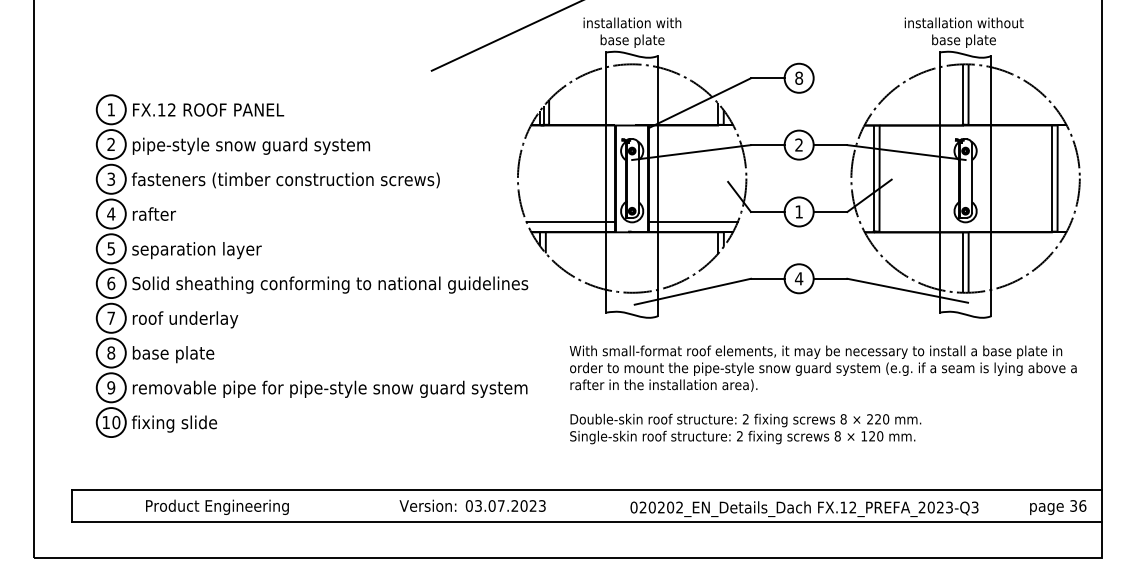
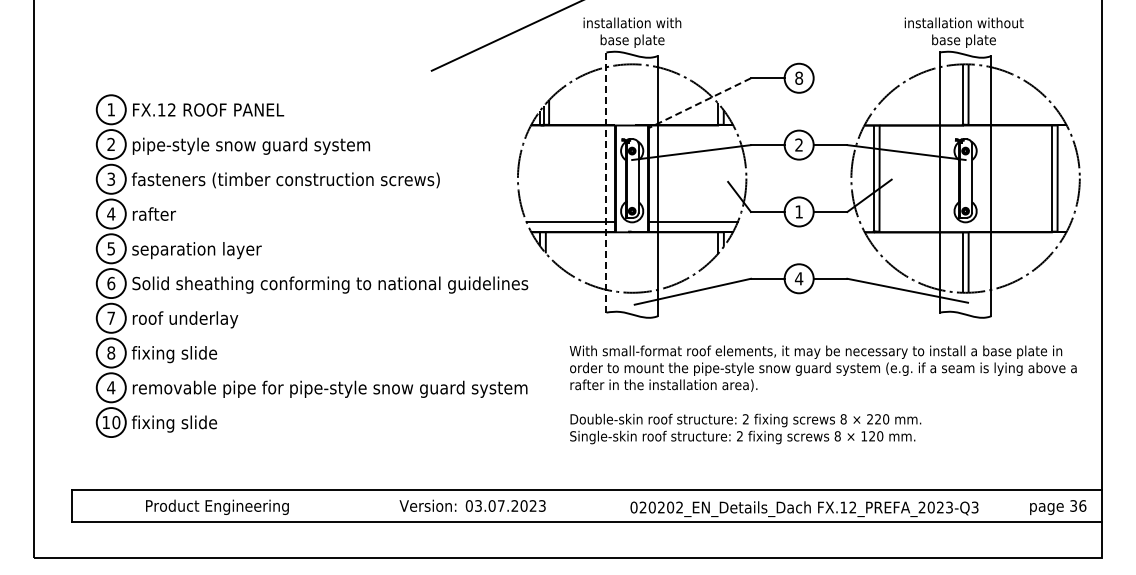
line at (700, 103): solid -> dashed
line at (606, 182): solid -> dashed
text at (174, 354): base plate -> fixing slide
text at (111, 387): 9 -> 4
